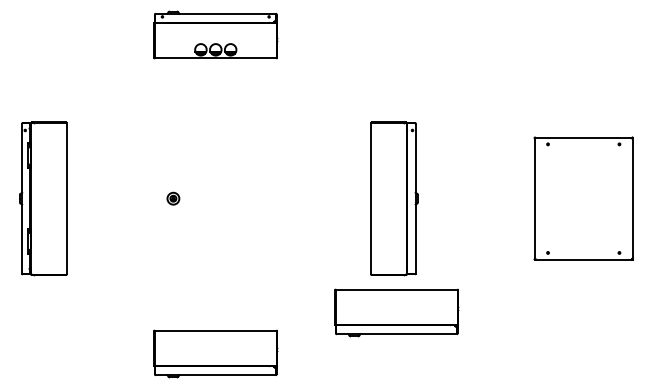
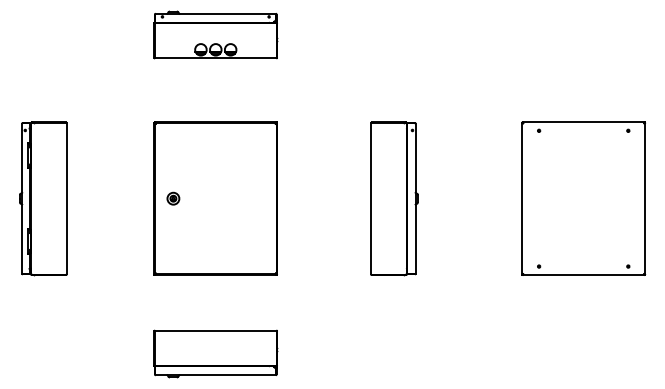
part at (215, 198): none -> present
part at (583, 198) size: 101x125 px -> 126x155 px
part at (396, 312): present -> none
